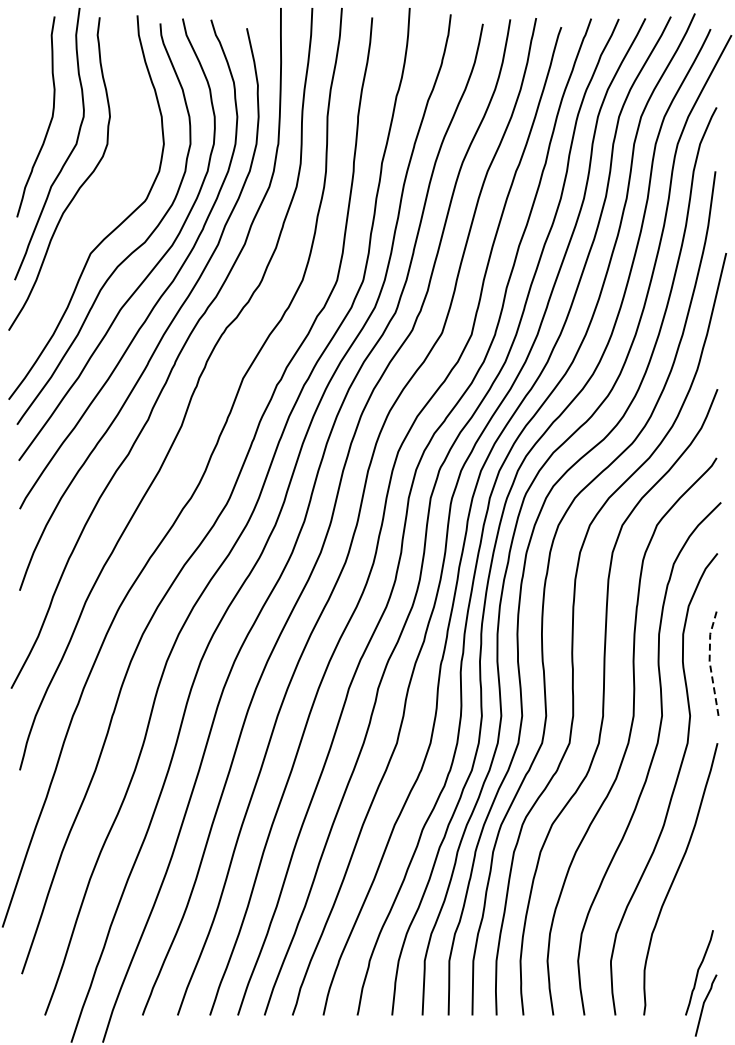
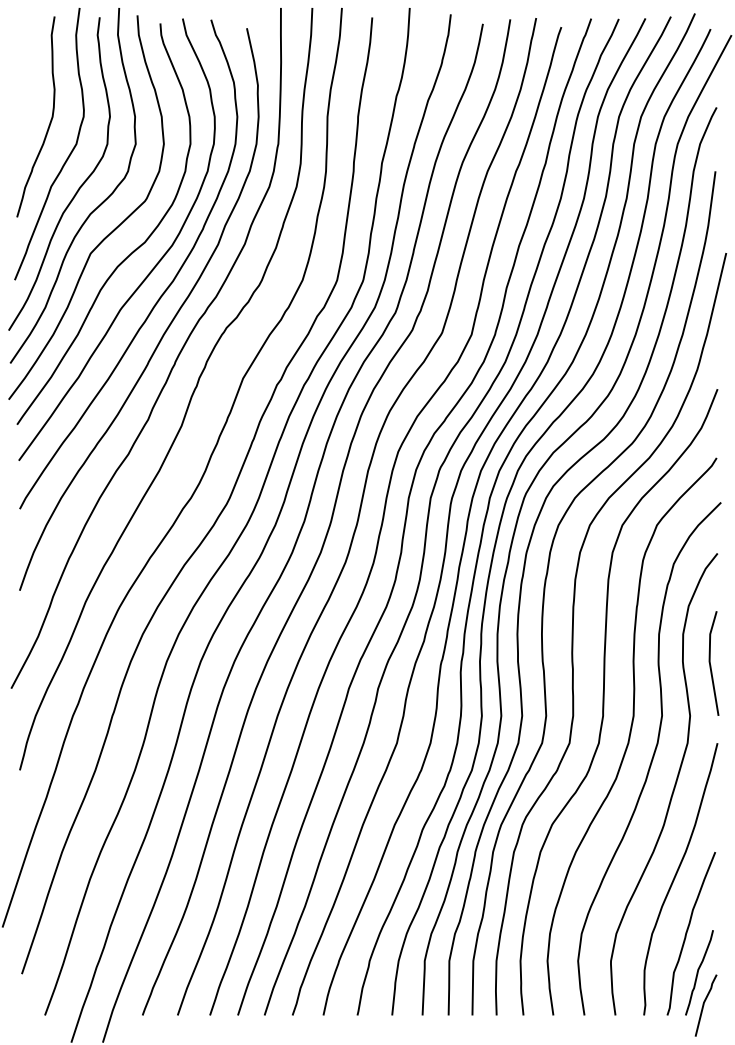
curve at (92, 210): none -> present
line at (709, 662): dashed -> solid
curve at (687, 933): none -> present
